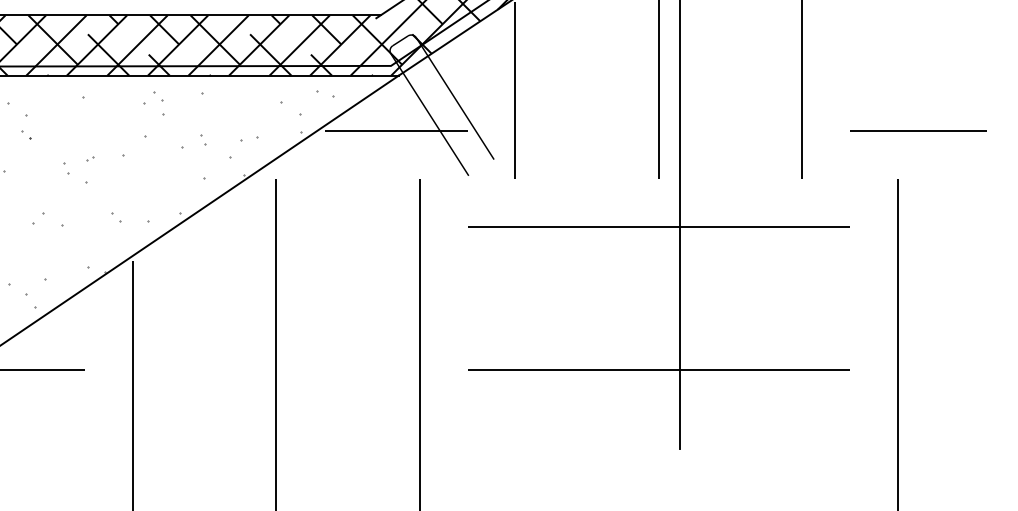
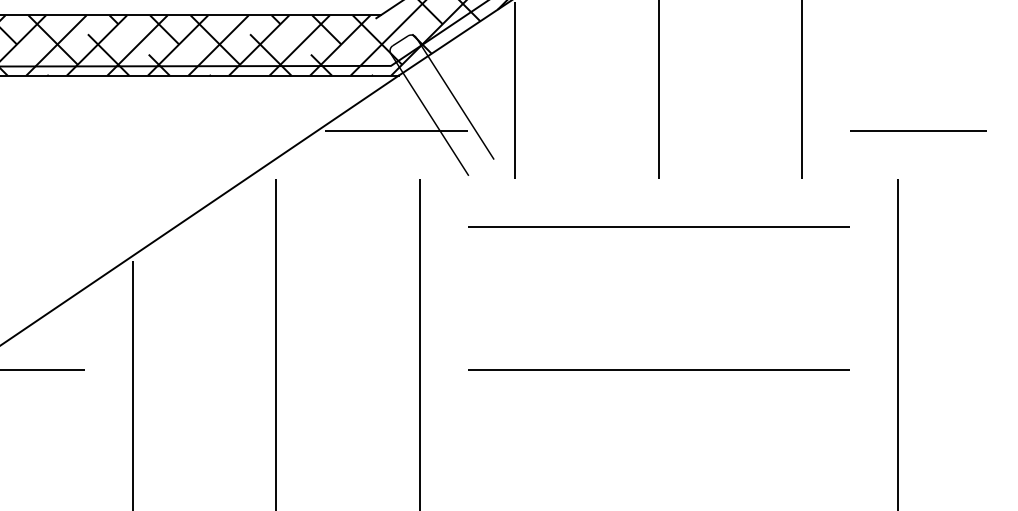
hatch at (168, 199): present -> none
line at (680, 225): present -> none
